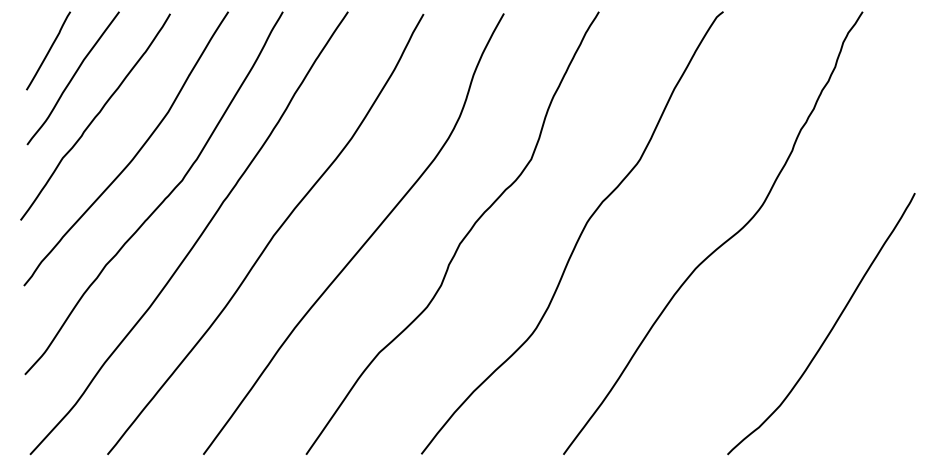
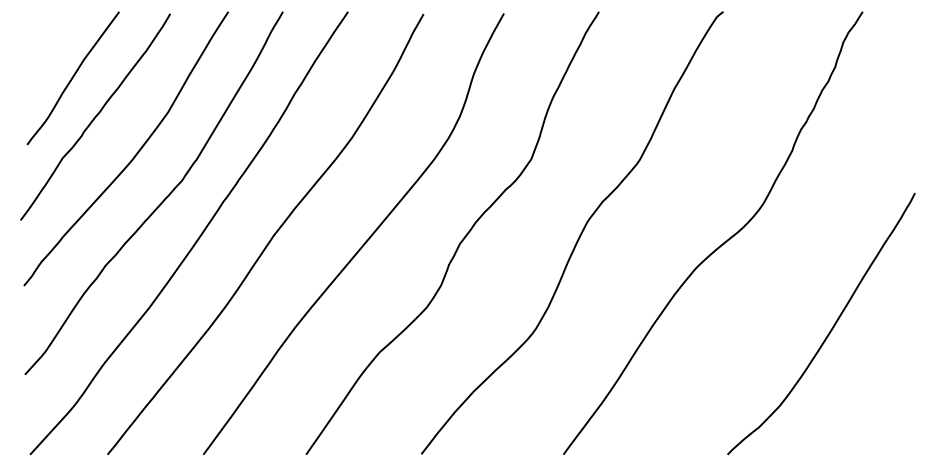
line at (48, 50): present -> none
